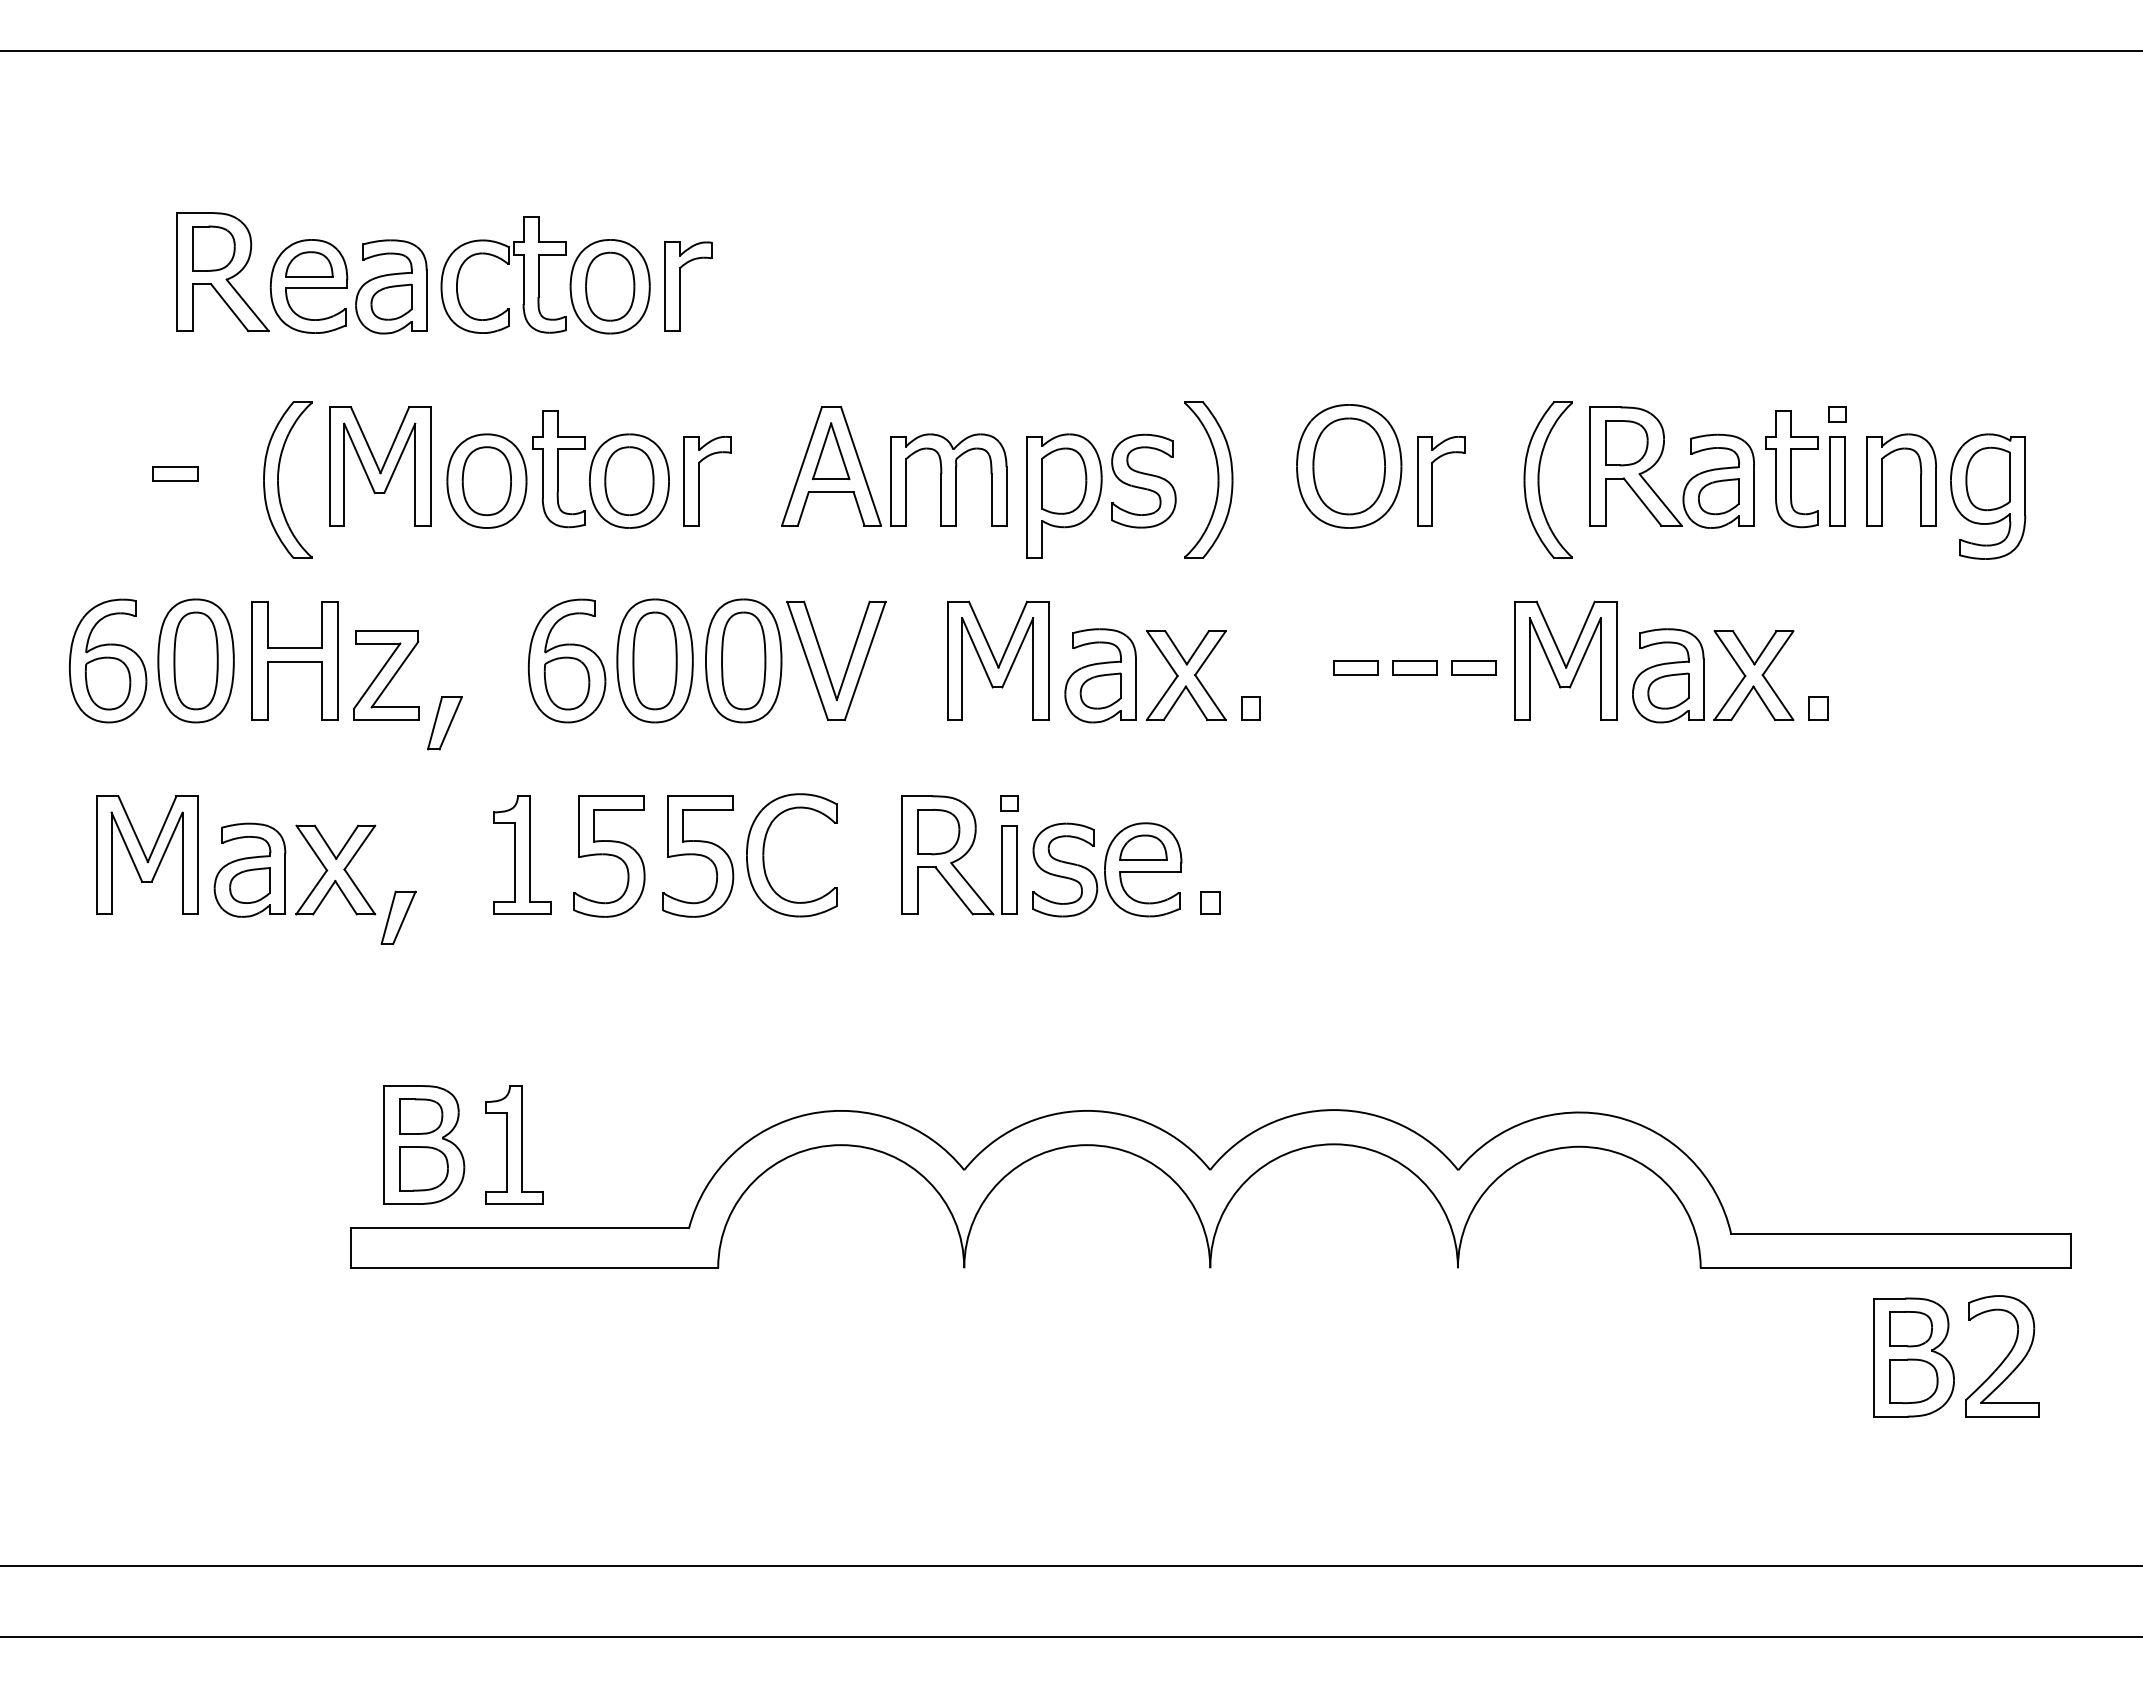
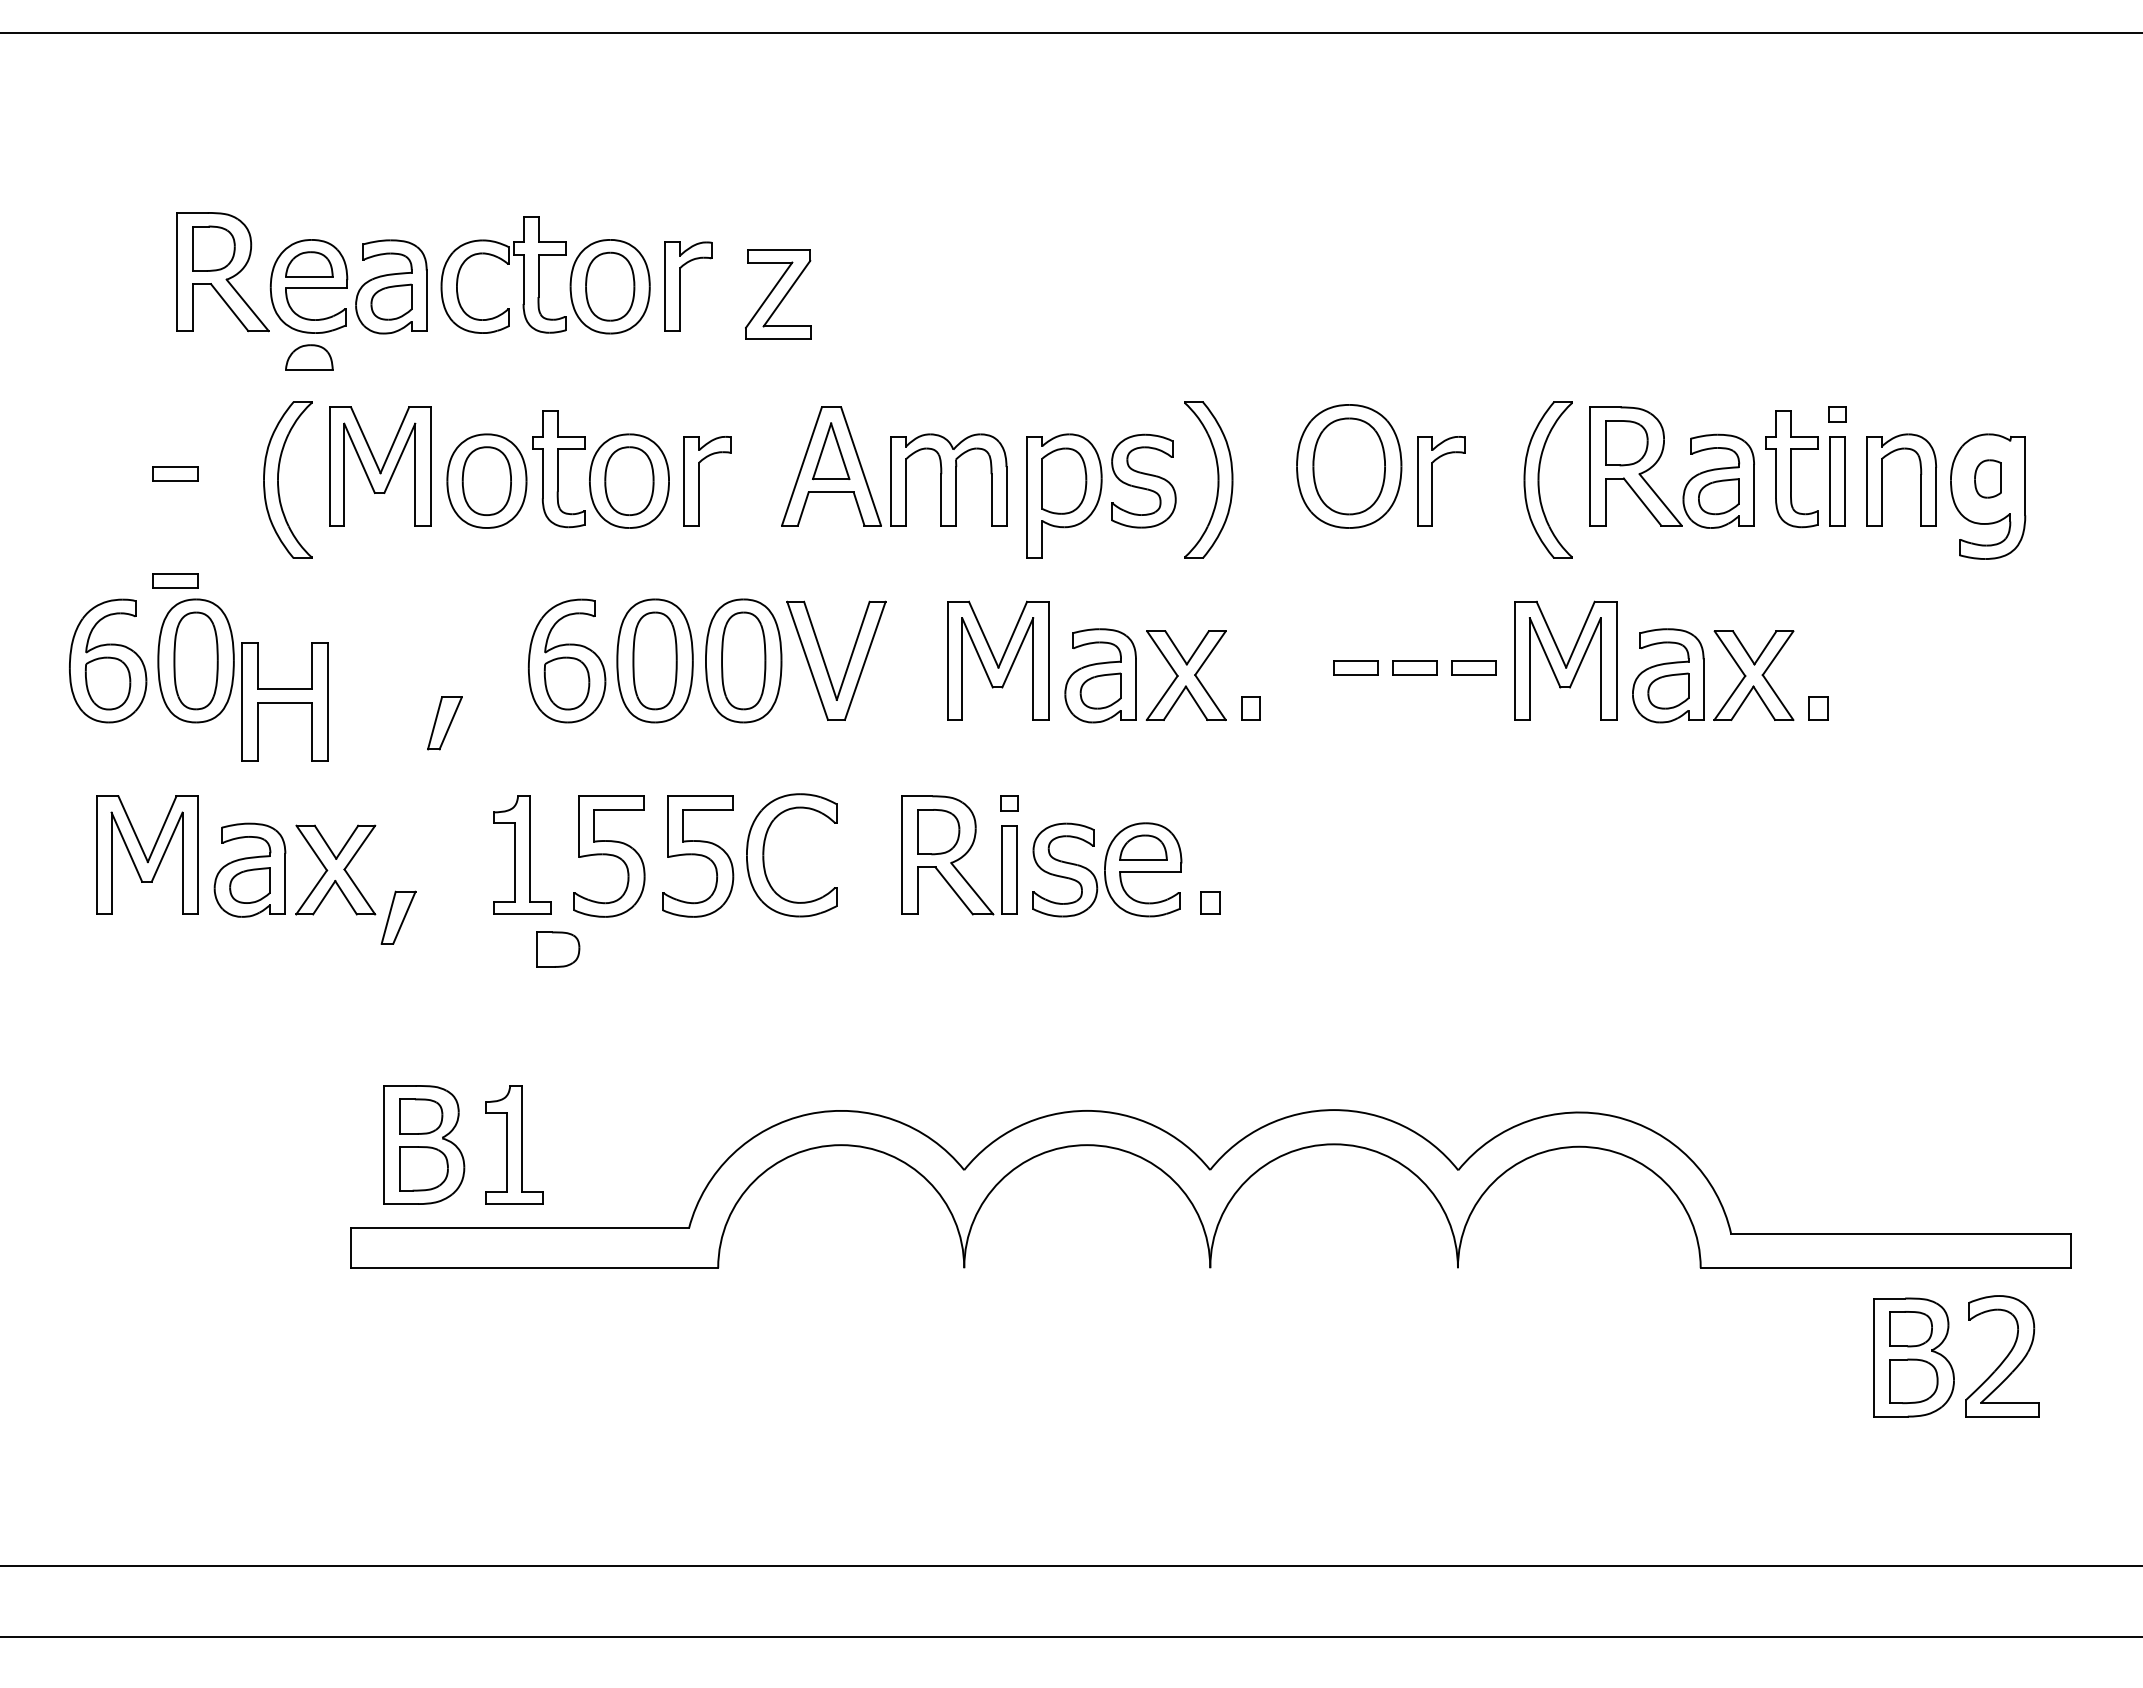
line at (1070, 50) position: (1070, 50) -> (1070, 32)
part at (309, 357): none -> present
part at (1987, 478) size: 46x66 px -> 28x40 px
part at (175, 580): none -> present
part at (294, 660) position: (294, 660) -> (284, 701)
part at (386, 675) position: (386, 675) -> (778, 294)
part at (558, 949): none -> present
